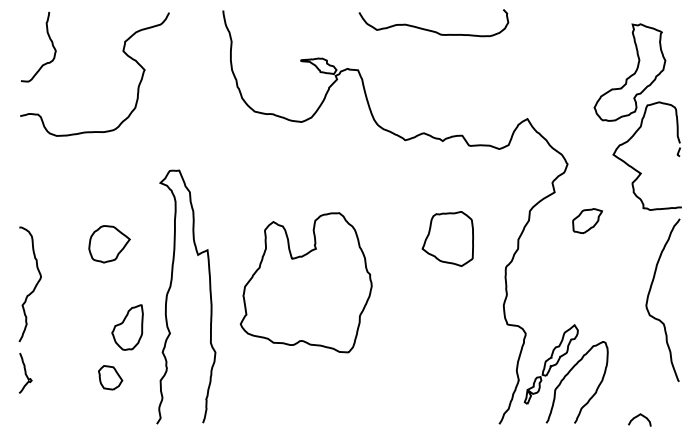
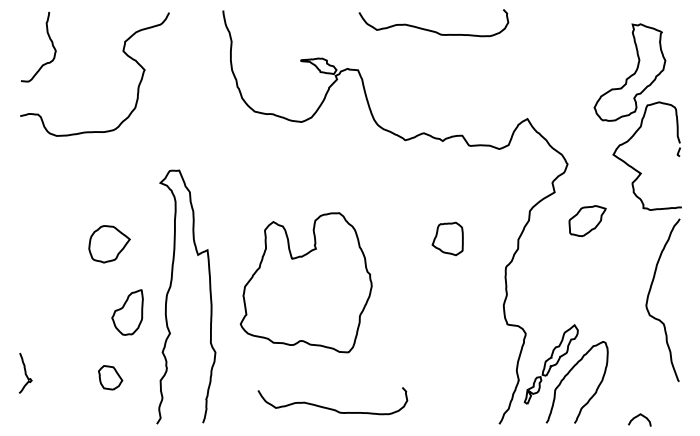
part at (587, 220) size: 31x26 px -> 39x33 px
part at (447, 238) size: 53x56 px -> 33x36 px
curve at (34, 286): present -> none
part at (127, 327) position: (127, 327) -> (127, 312)
curve at (332, 408): none -> present
